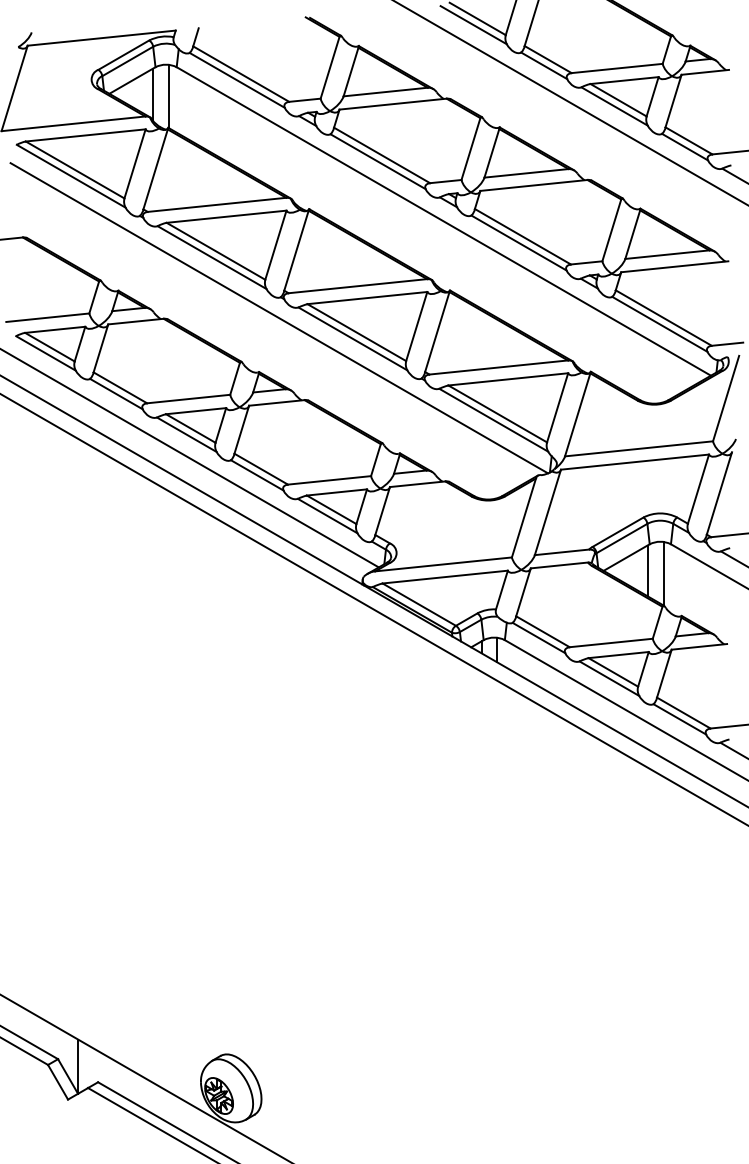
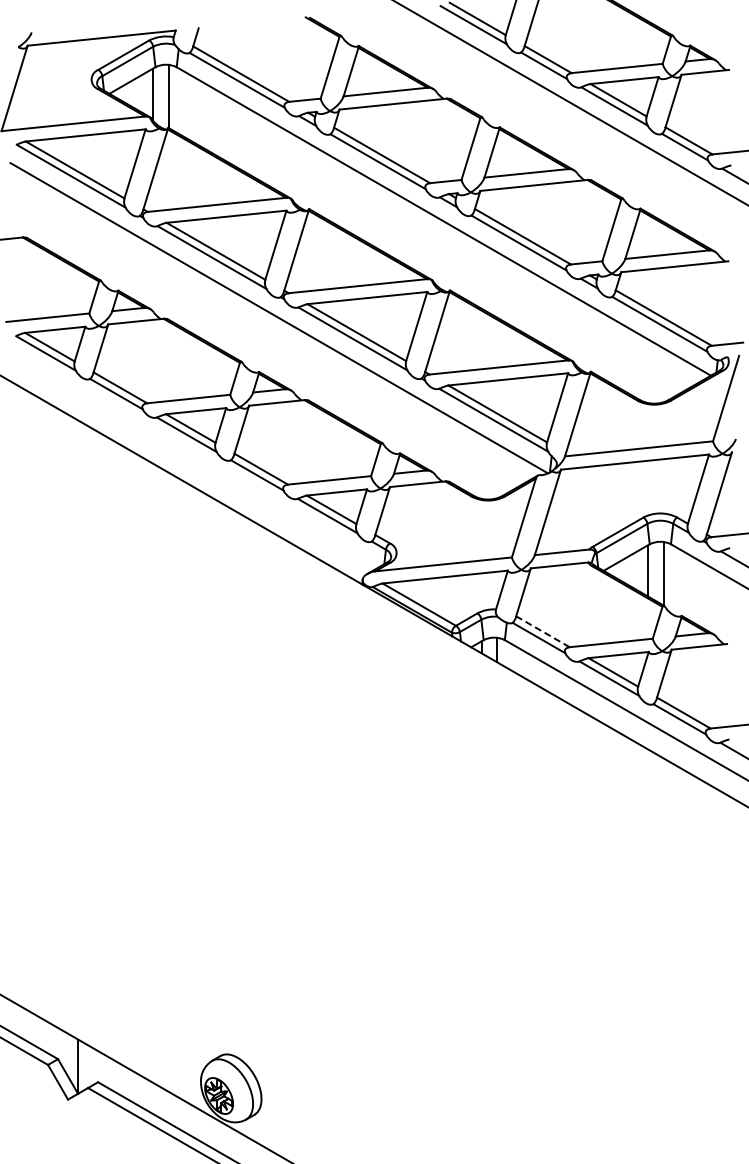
line at (190, 458): present -> none
line at (373, 609): present -> none
line at (542, 631): solid -> dashed
